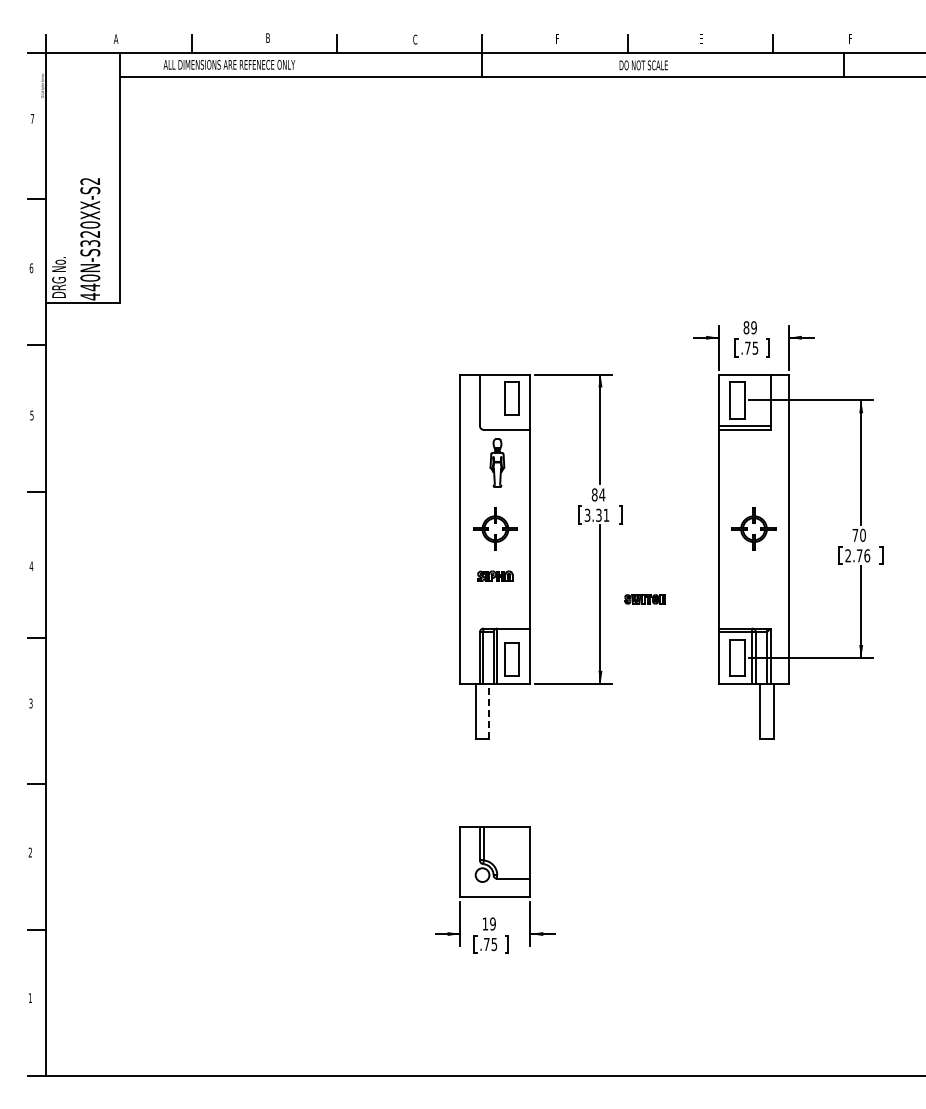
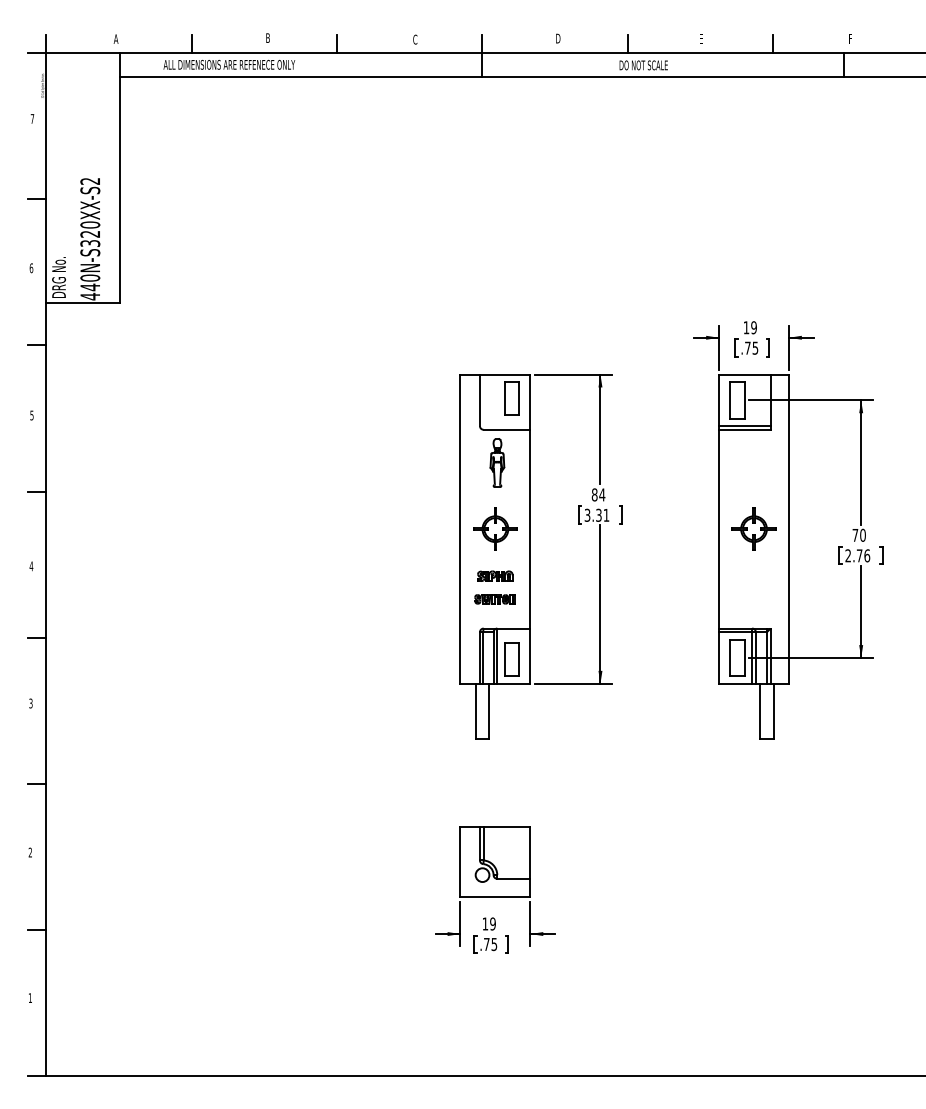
text at (558, 38): F -> D
text at (746, 327): 89 -> 19
part at (644, 599) position: (644, 599) -> (494, 599)
line at (489, 711): dashed -> solid
